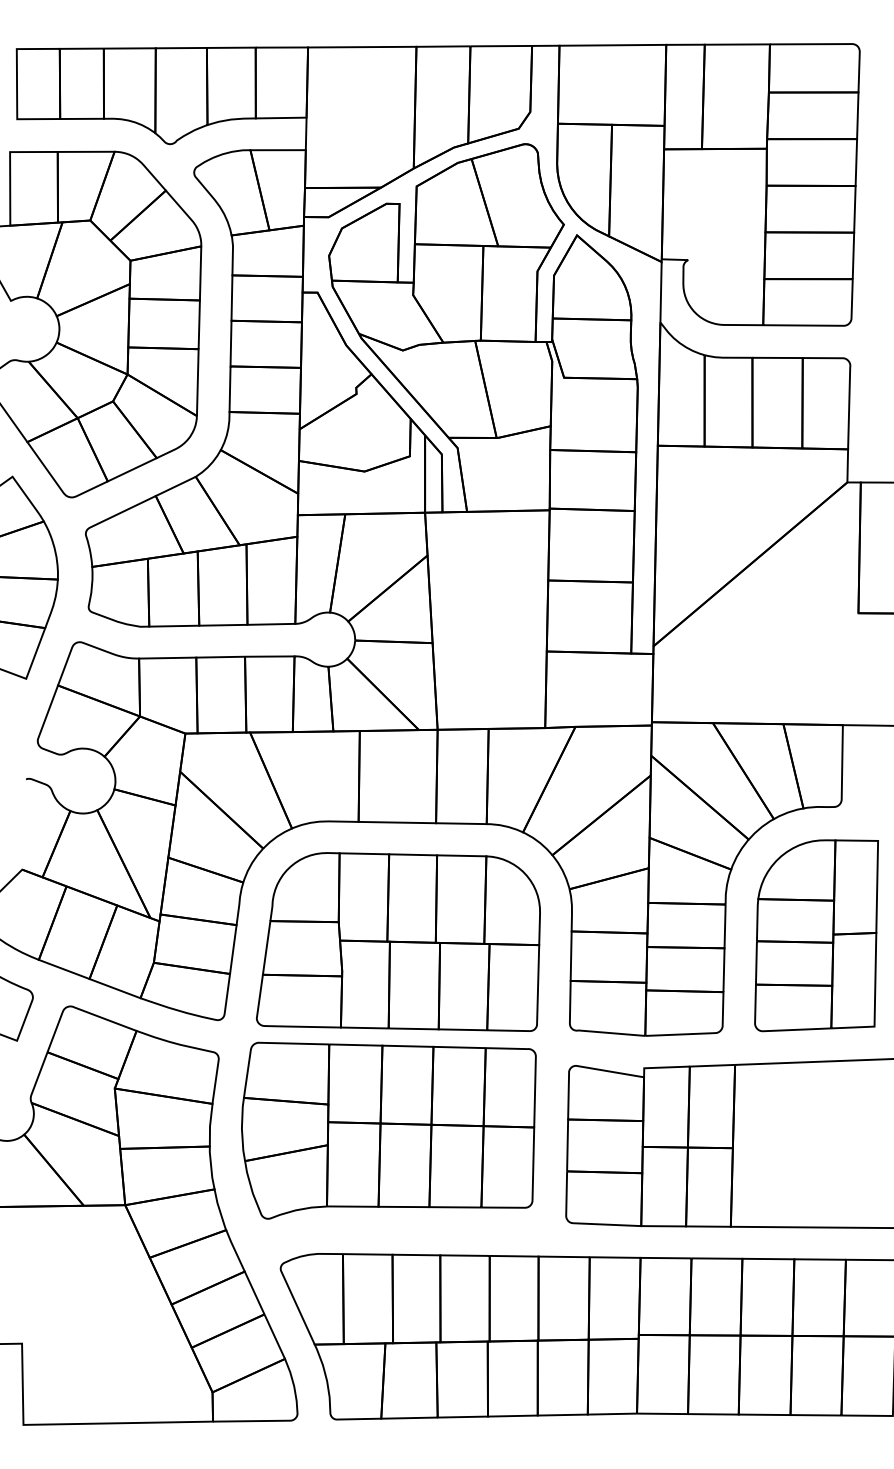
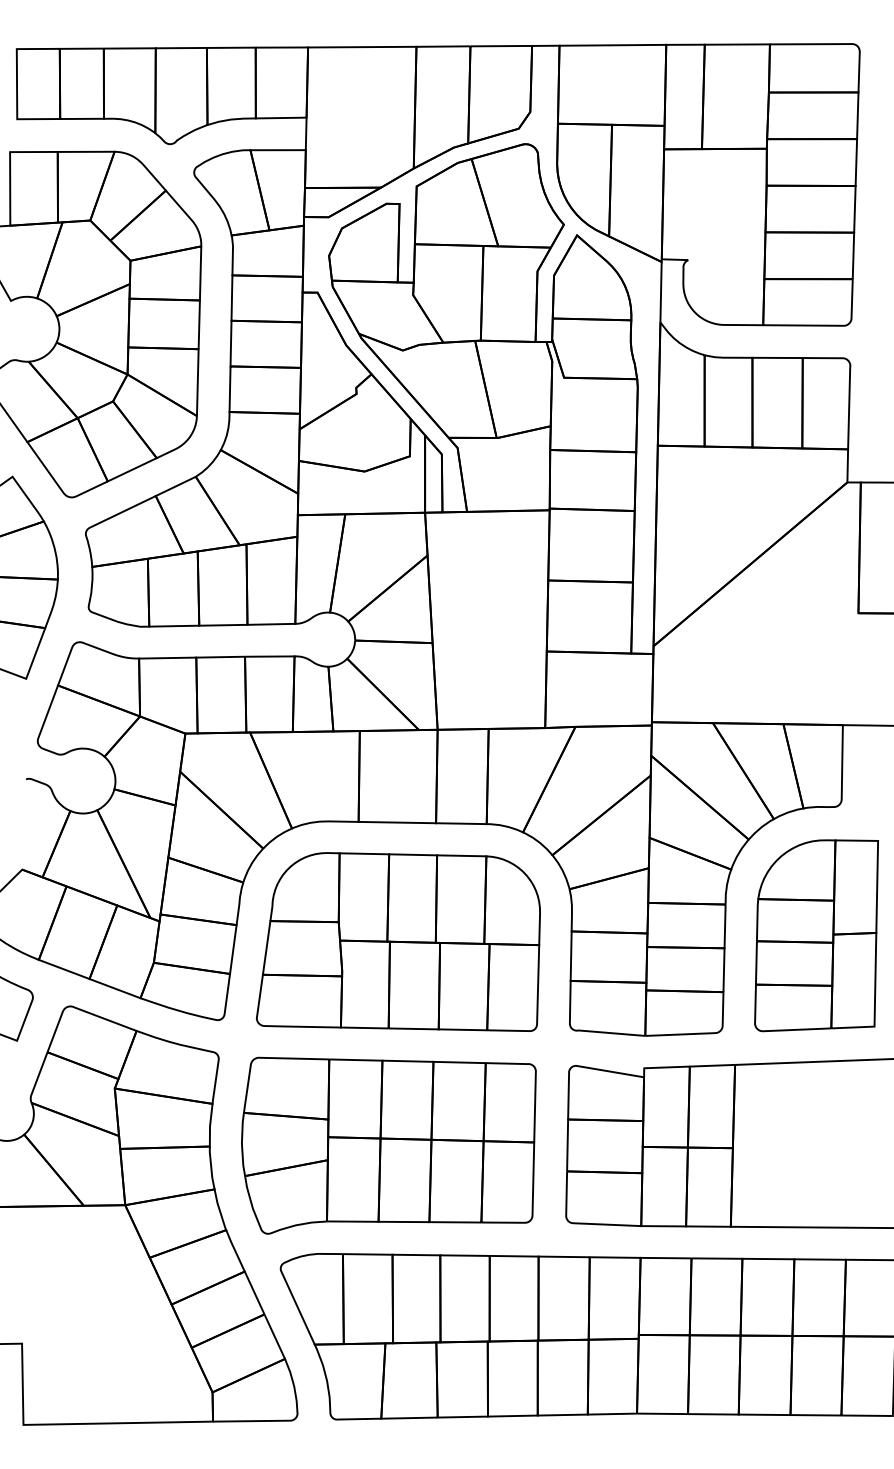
part at (388, 1130) position: (388, 1130) -> (388, 1145)
